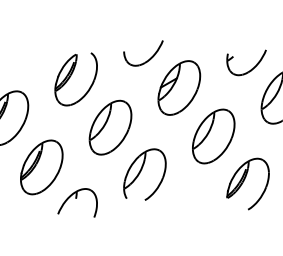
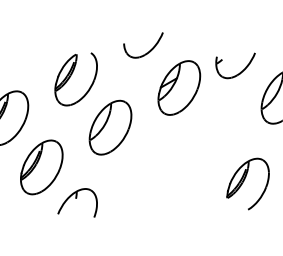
part at (146, 60) position: (146, 60) -> (146, 52)
part at (251, 68) position: (251, 68) -> (240, 71)
part at (213, 136): present -> none
part at (144, 174): present -> none
